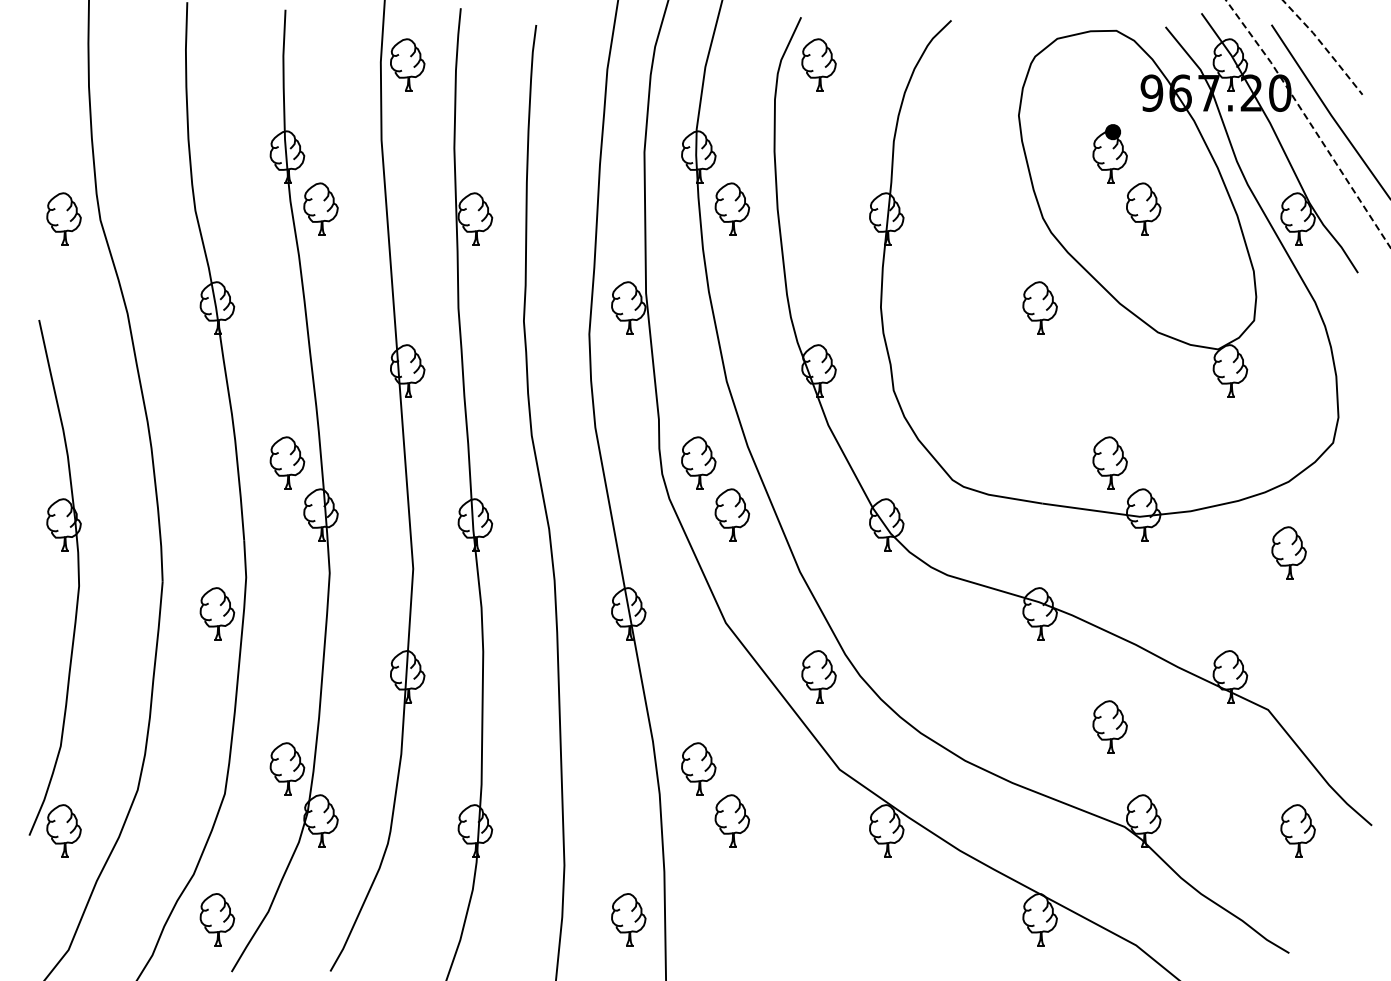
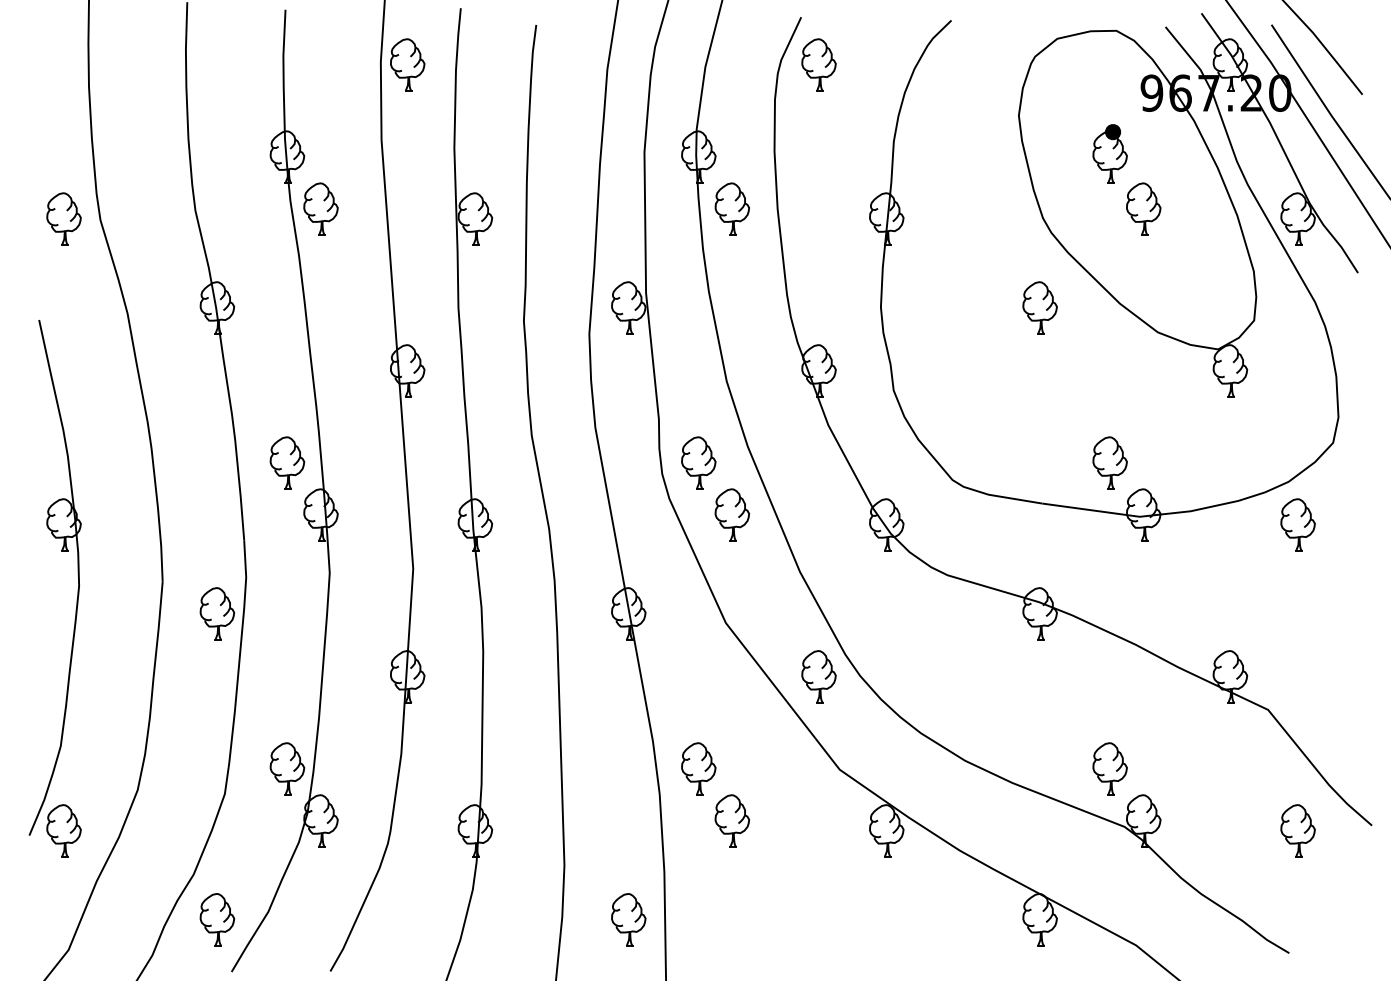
line at (1324, 46): dashed -> solid
line at (1309, 122): dashed -> solid
part at (1288, 552) position: (1288, 552) -> (1297, 524)
part at (1109, 726) position: (1109, 726) -> (1109, 768)
